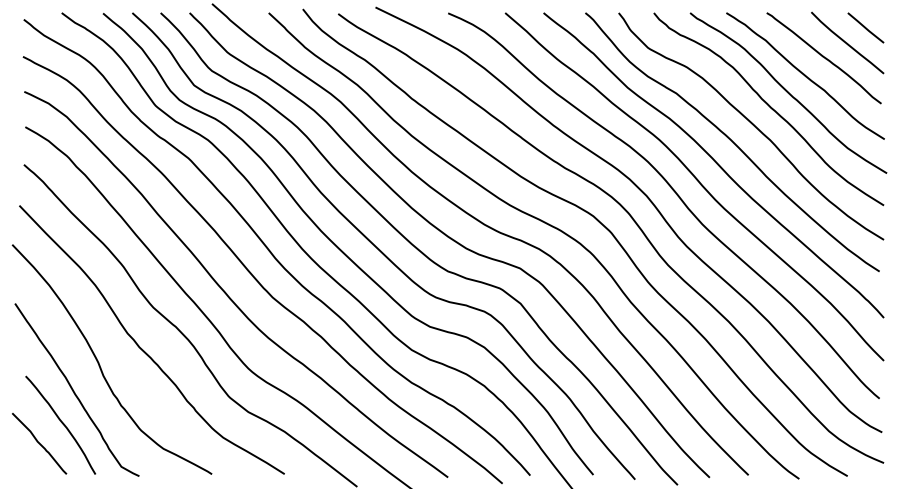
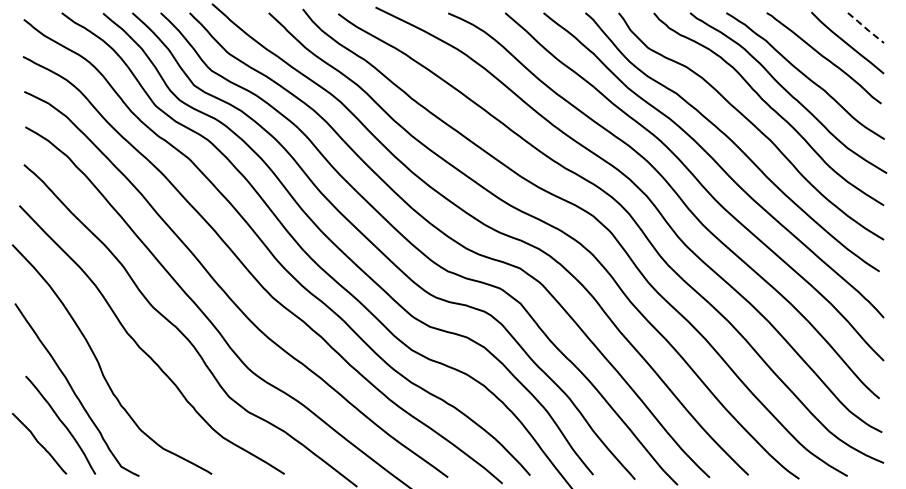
line at (866, 28): solid -> dashed
